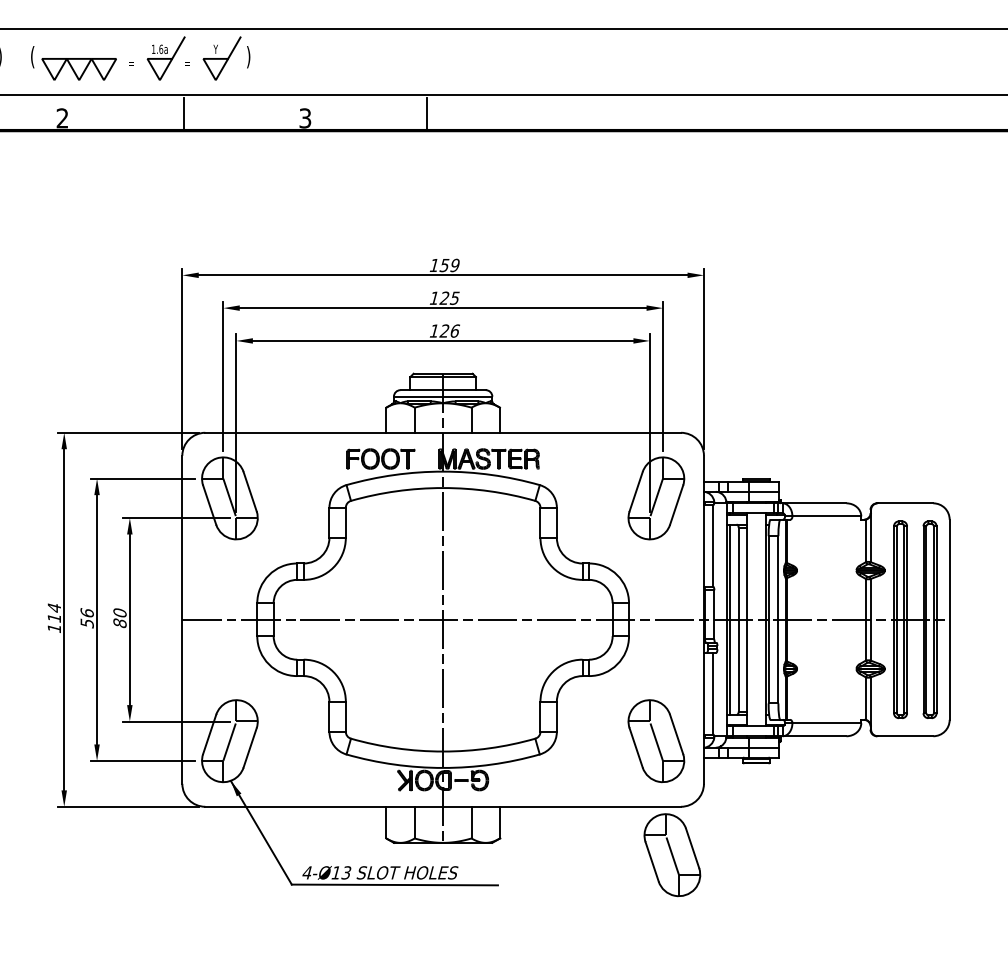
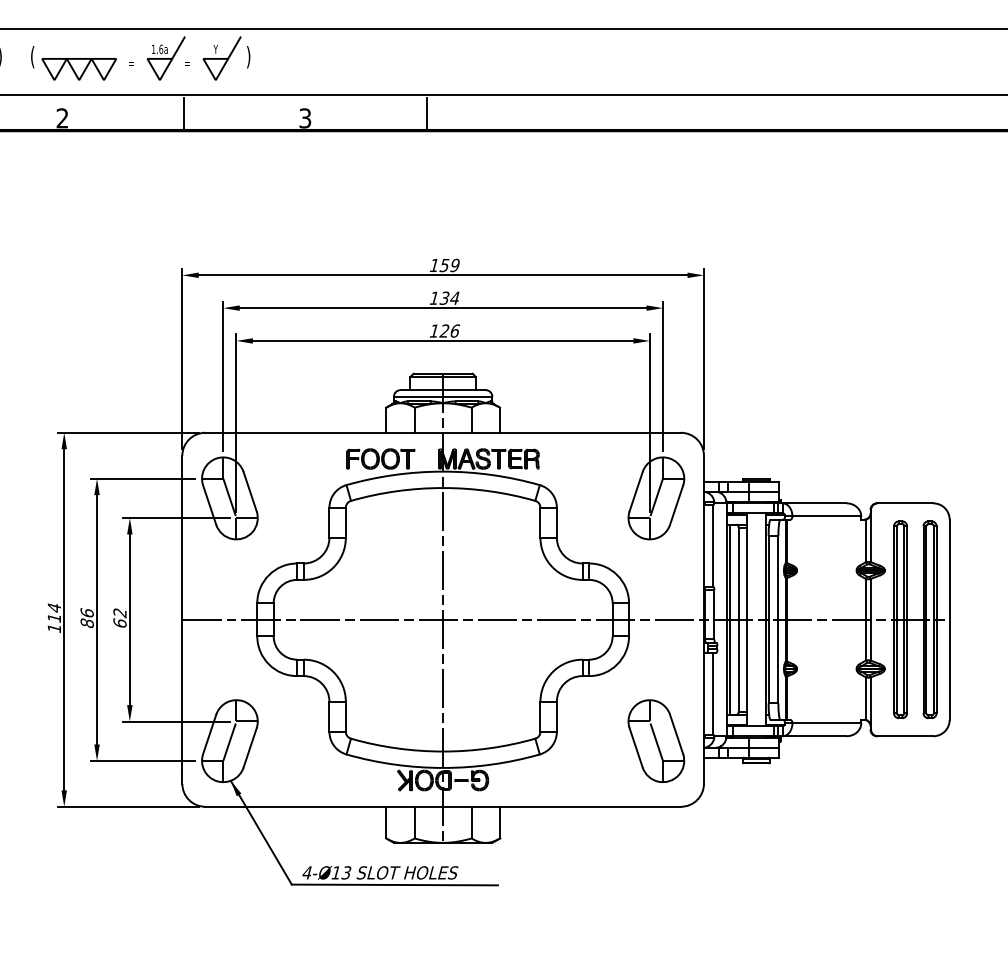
text at (449, 298): 125 -> 134
text at (119, 618): 80 -> 62
text at (86, 623): 56 -> 86
part at (672, 855): present -> none
